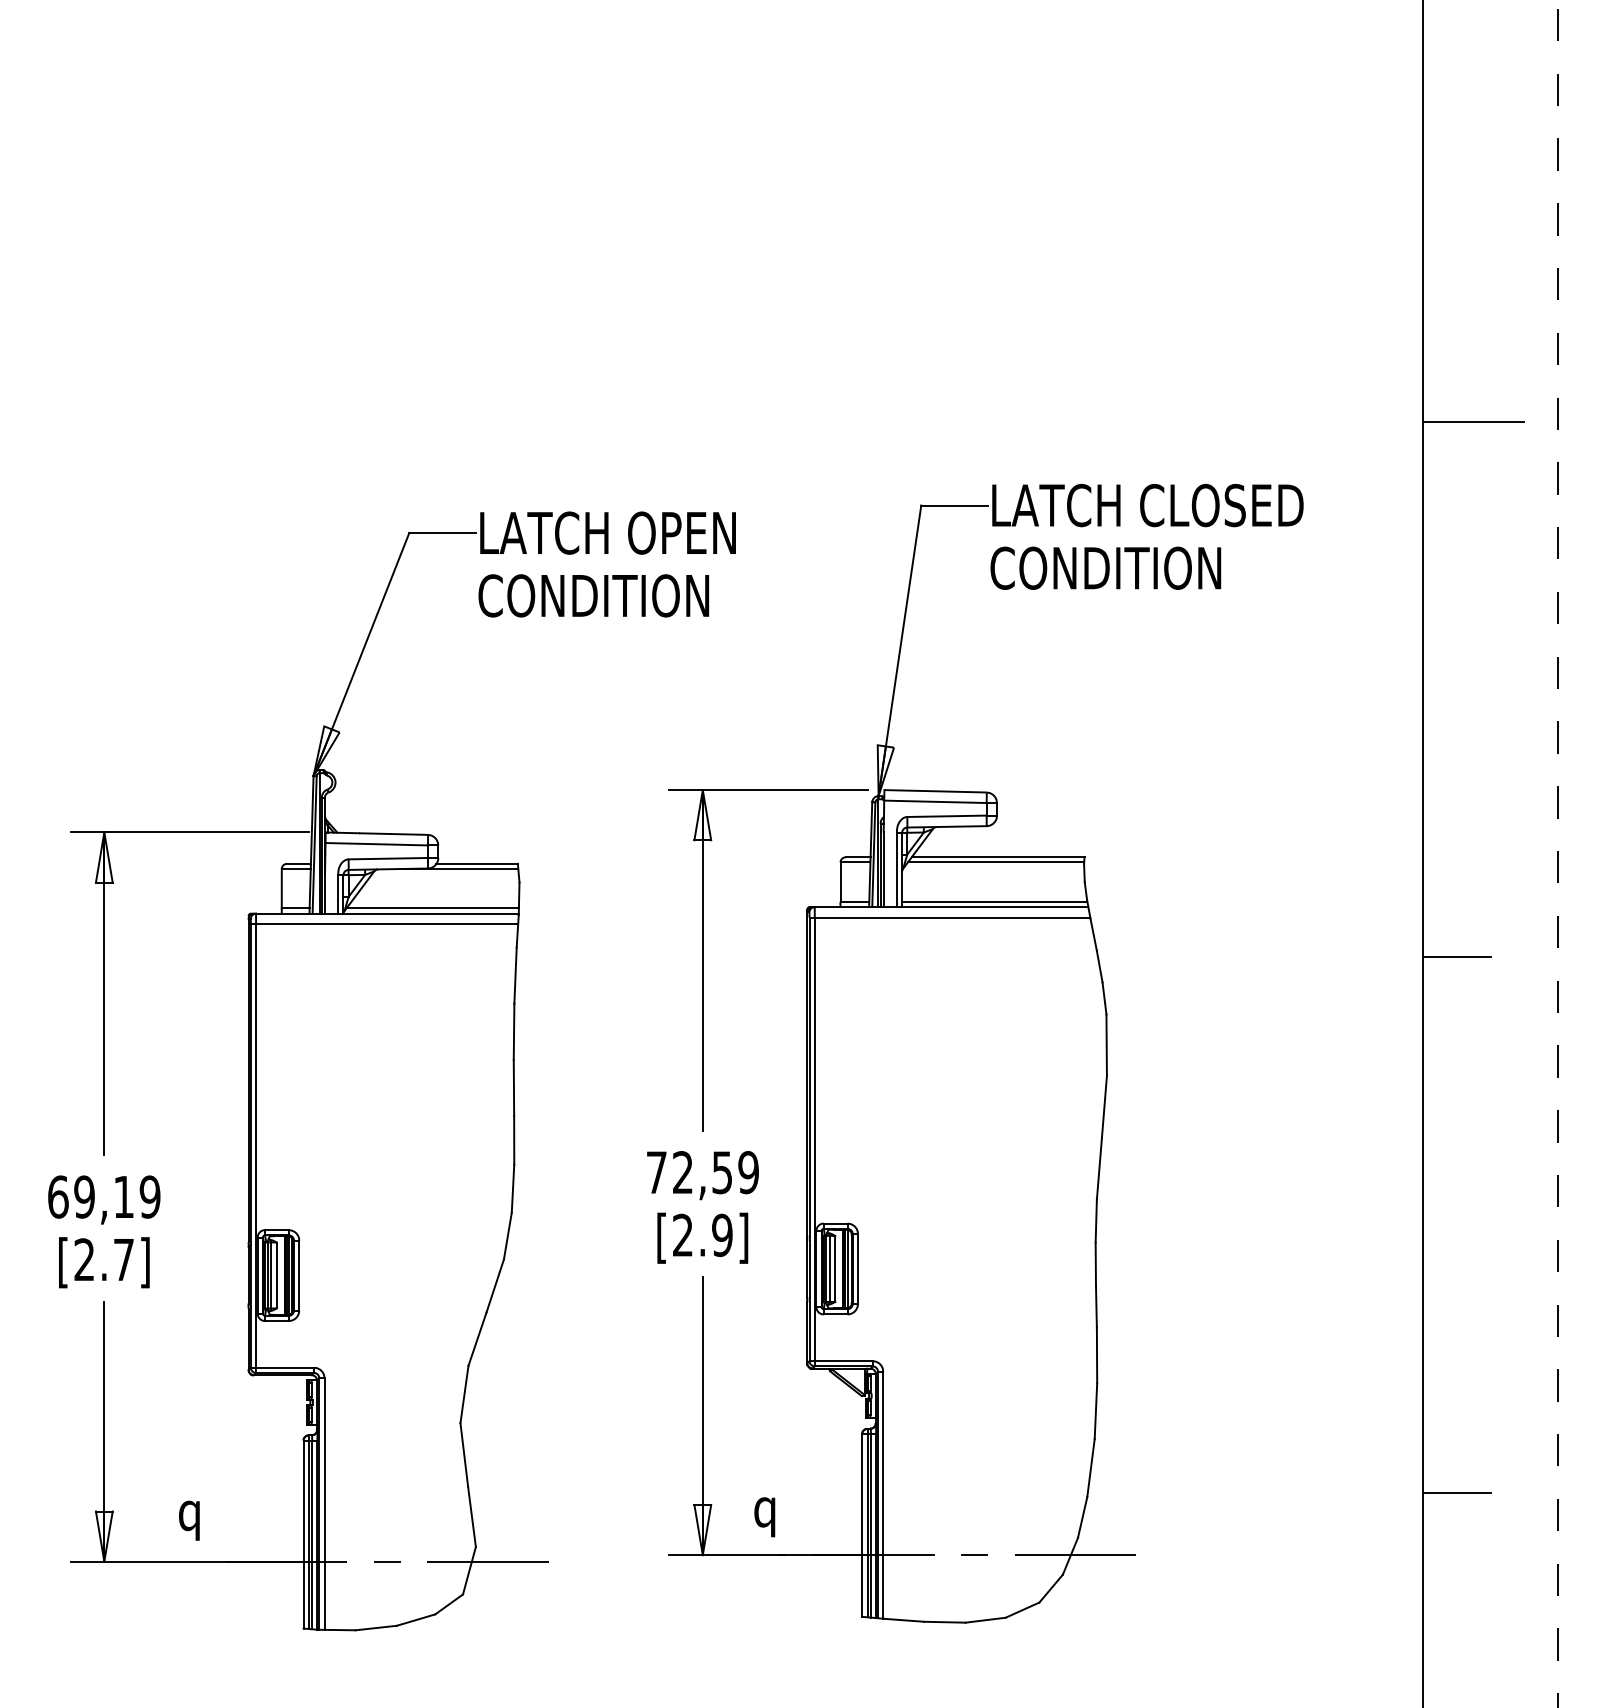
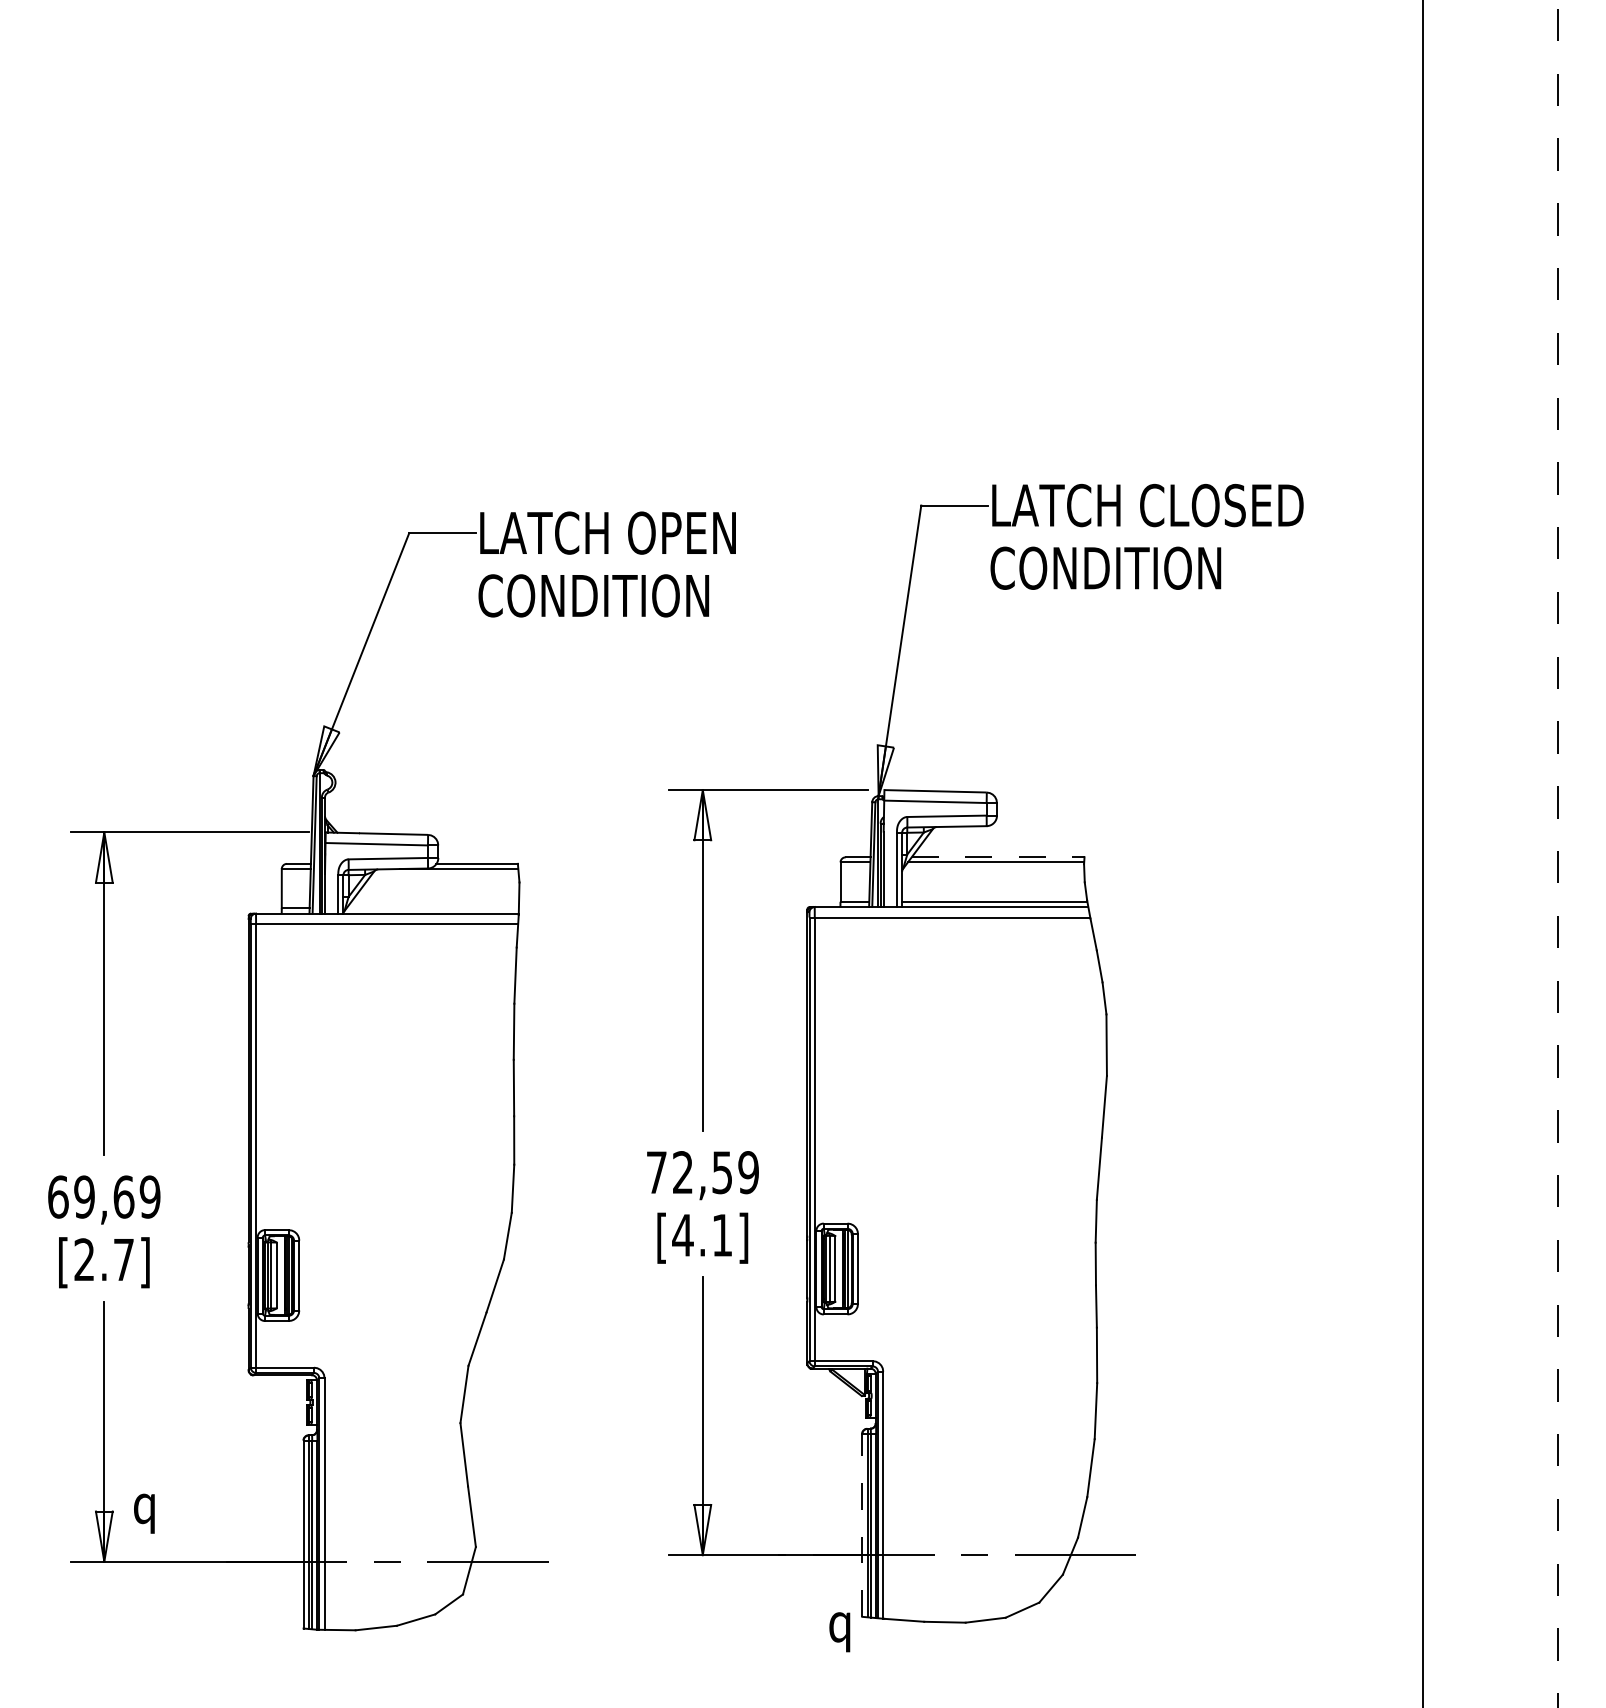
line at (1474, 421): present -> none
line at (998, 857): solid -> dashed
line at (432, 908): present -> none
line at (1457, 957): present -> none
text at (123, 1196): 69,19 -> 69,69
text at (702, 1234): [2.9] -> [4.1]
line at (1457, 1492): present -> none
text at (764, 1517) position: (764, 1517) -> (839, 1632)
text at (189, 1520) position: (189, 1520) -> (144, 1513)
line at (862, 1524): solid -> dashed
